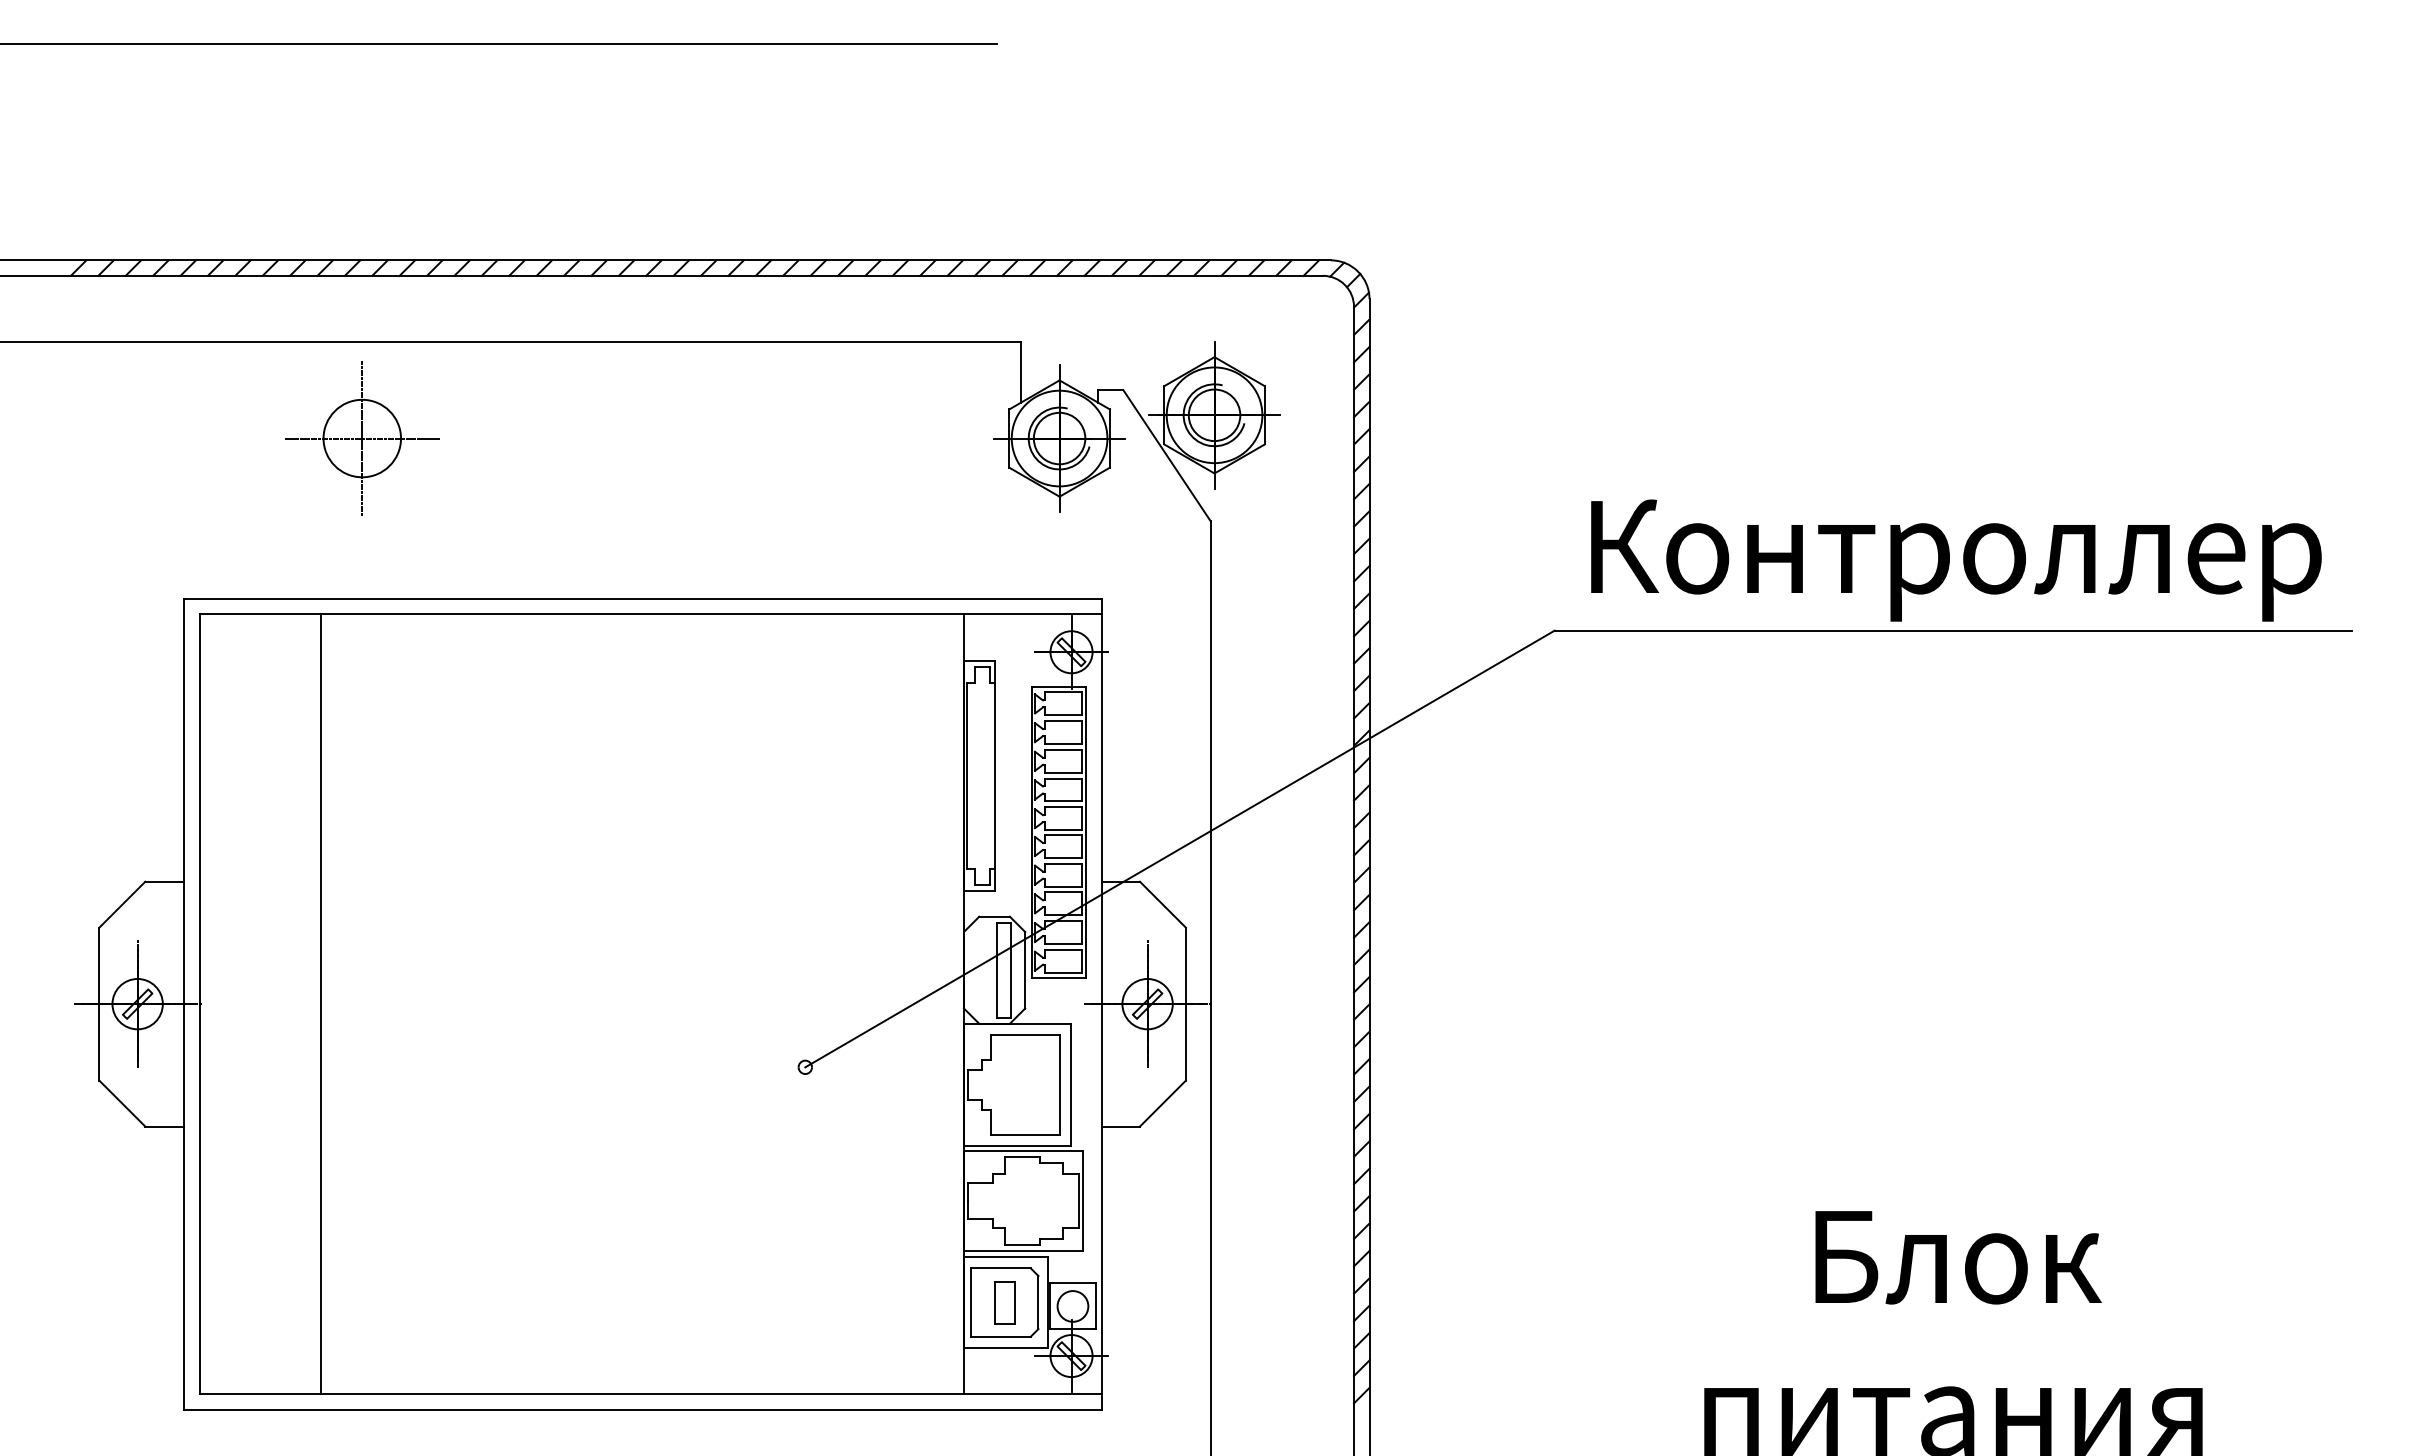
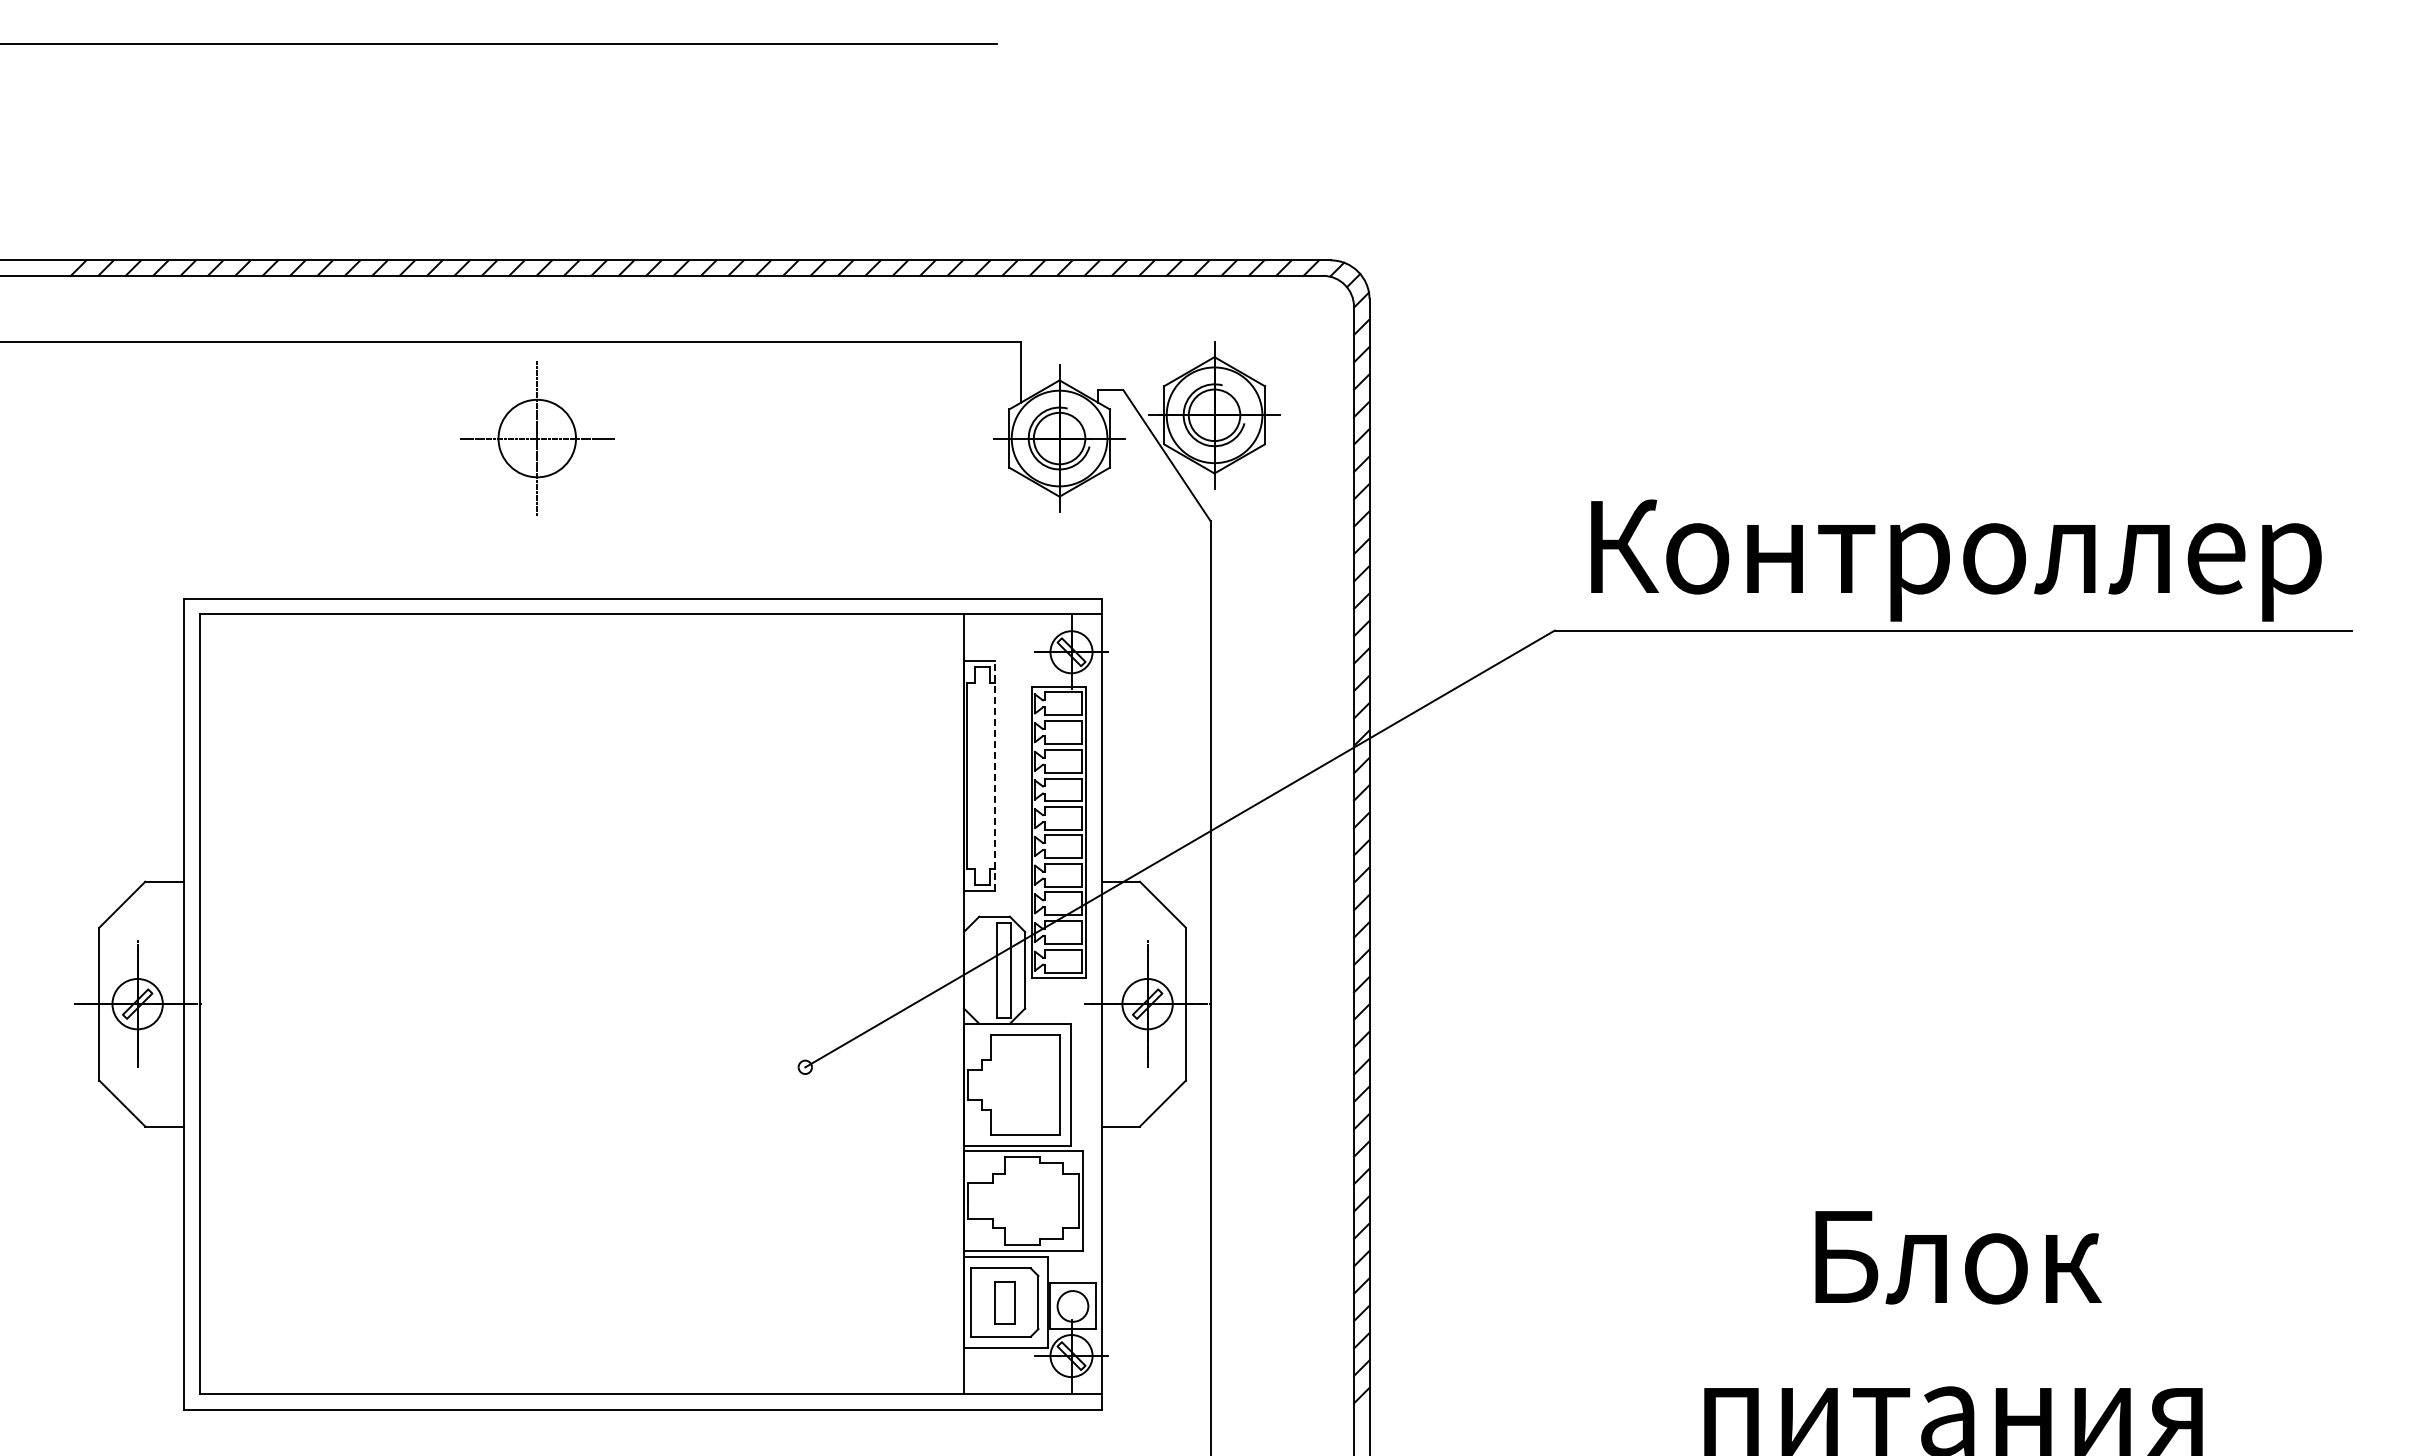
part at (362, 438) position: (362, 438) -> (537, 438)
line at (994, 776): solid -> dashed
line at (321, 1003): present -> none
